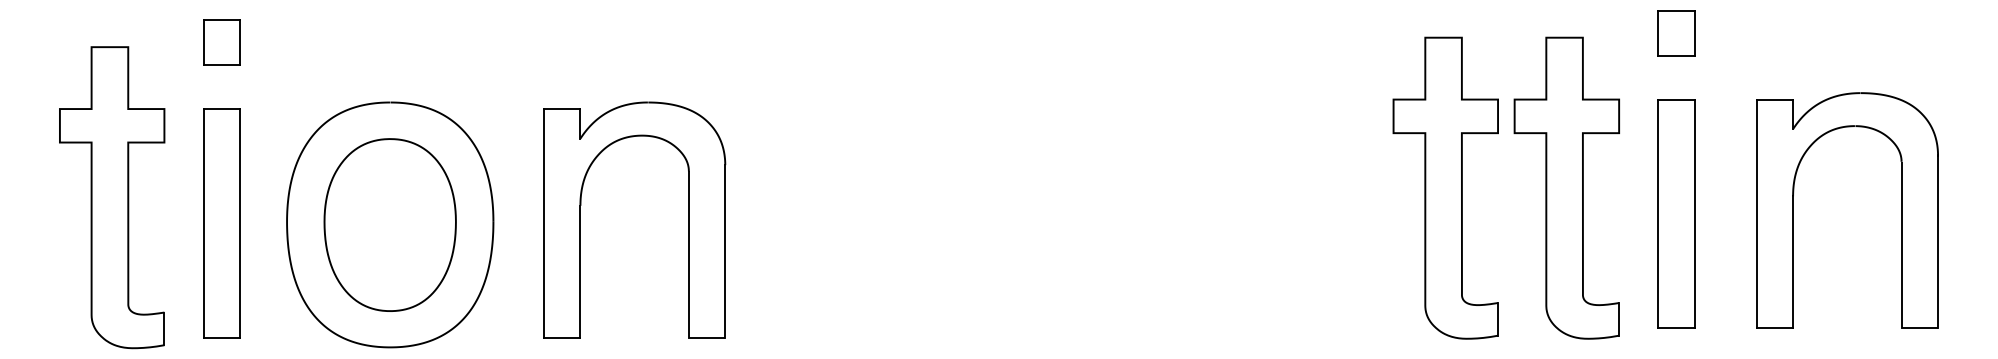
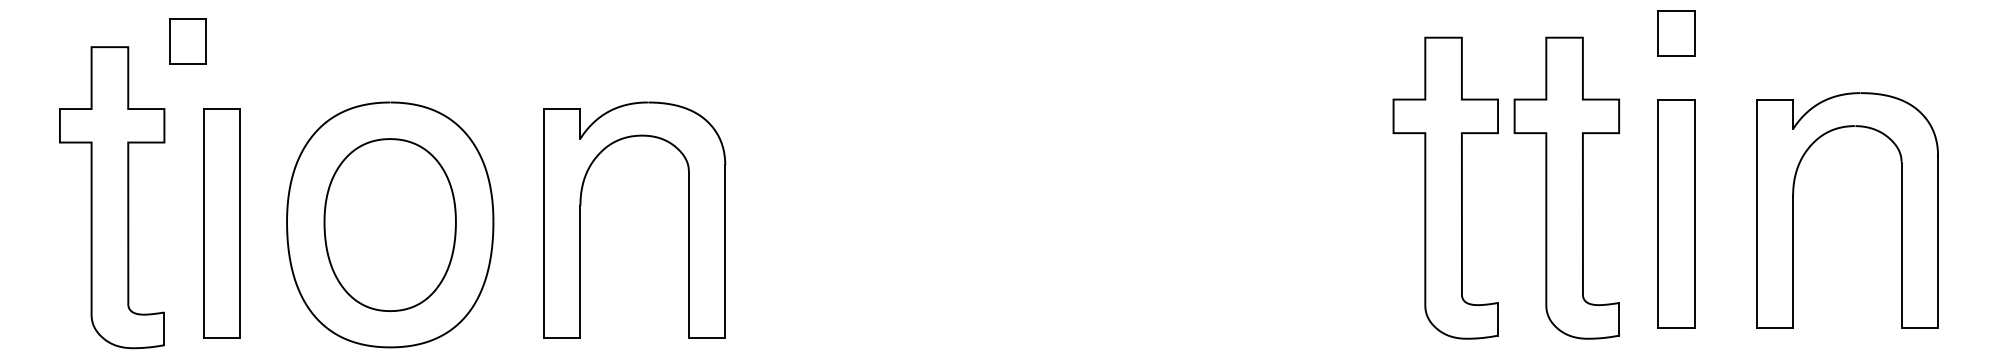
part at (221, 42) position: (221, 42) -> (187, 41)
